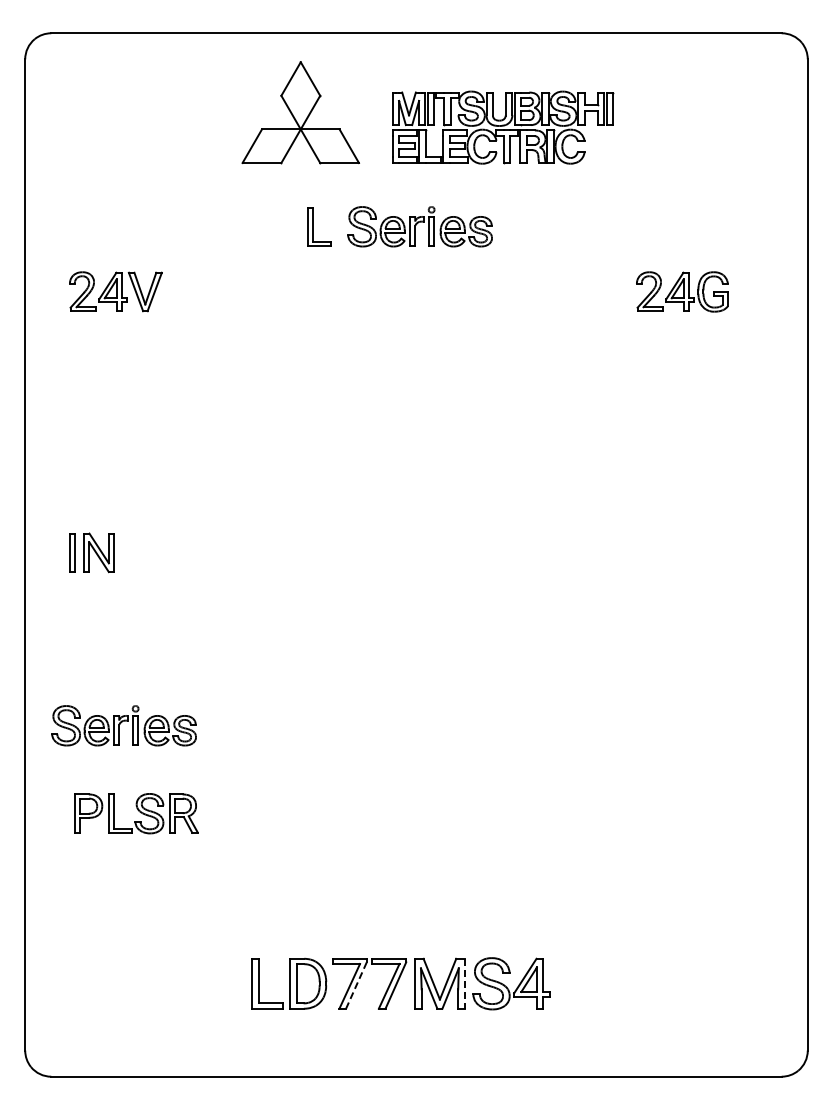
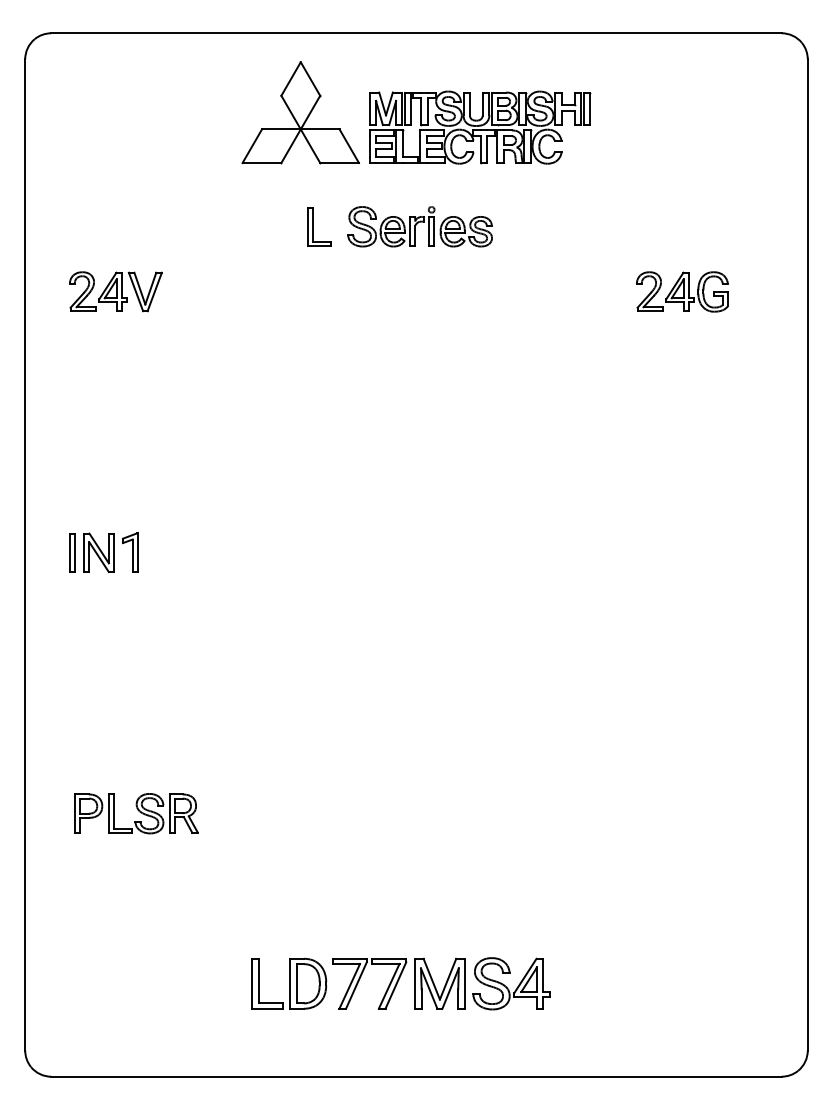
part at (503, 127) position: (503, 127) -> (480, 127)
part at (130, 552): none -> present
part at (123, 725): present -> none
line at (464, 983): dashed -> solid
line at (356, 986): dashed -> solid
